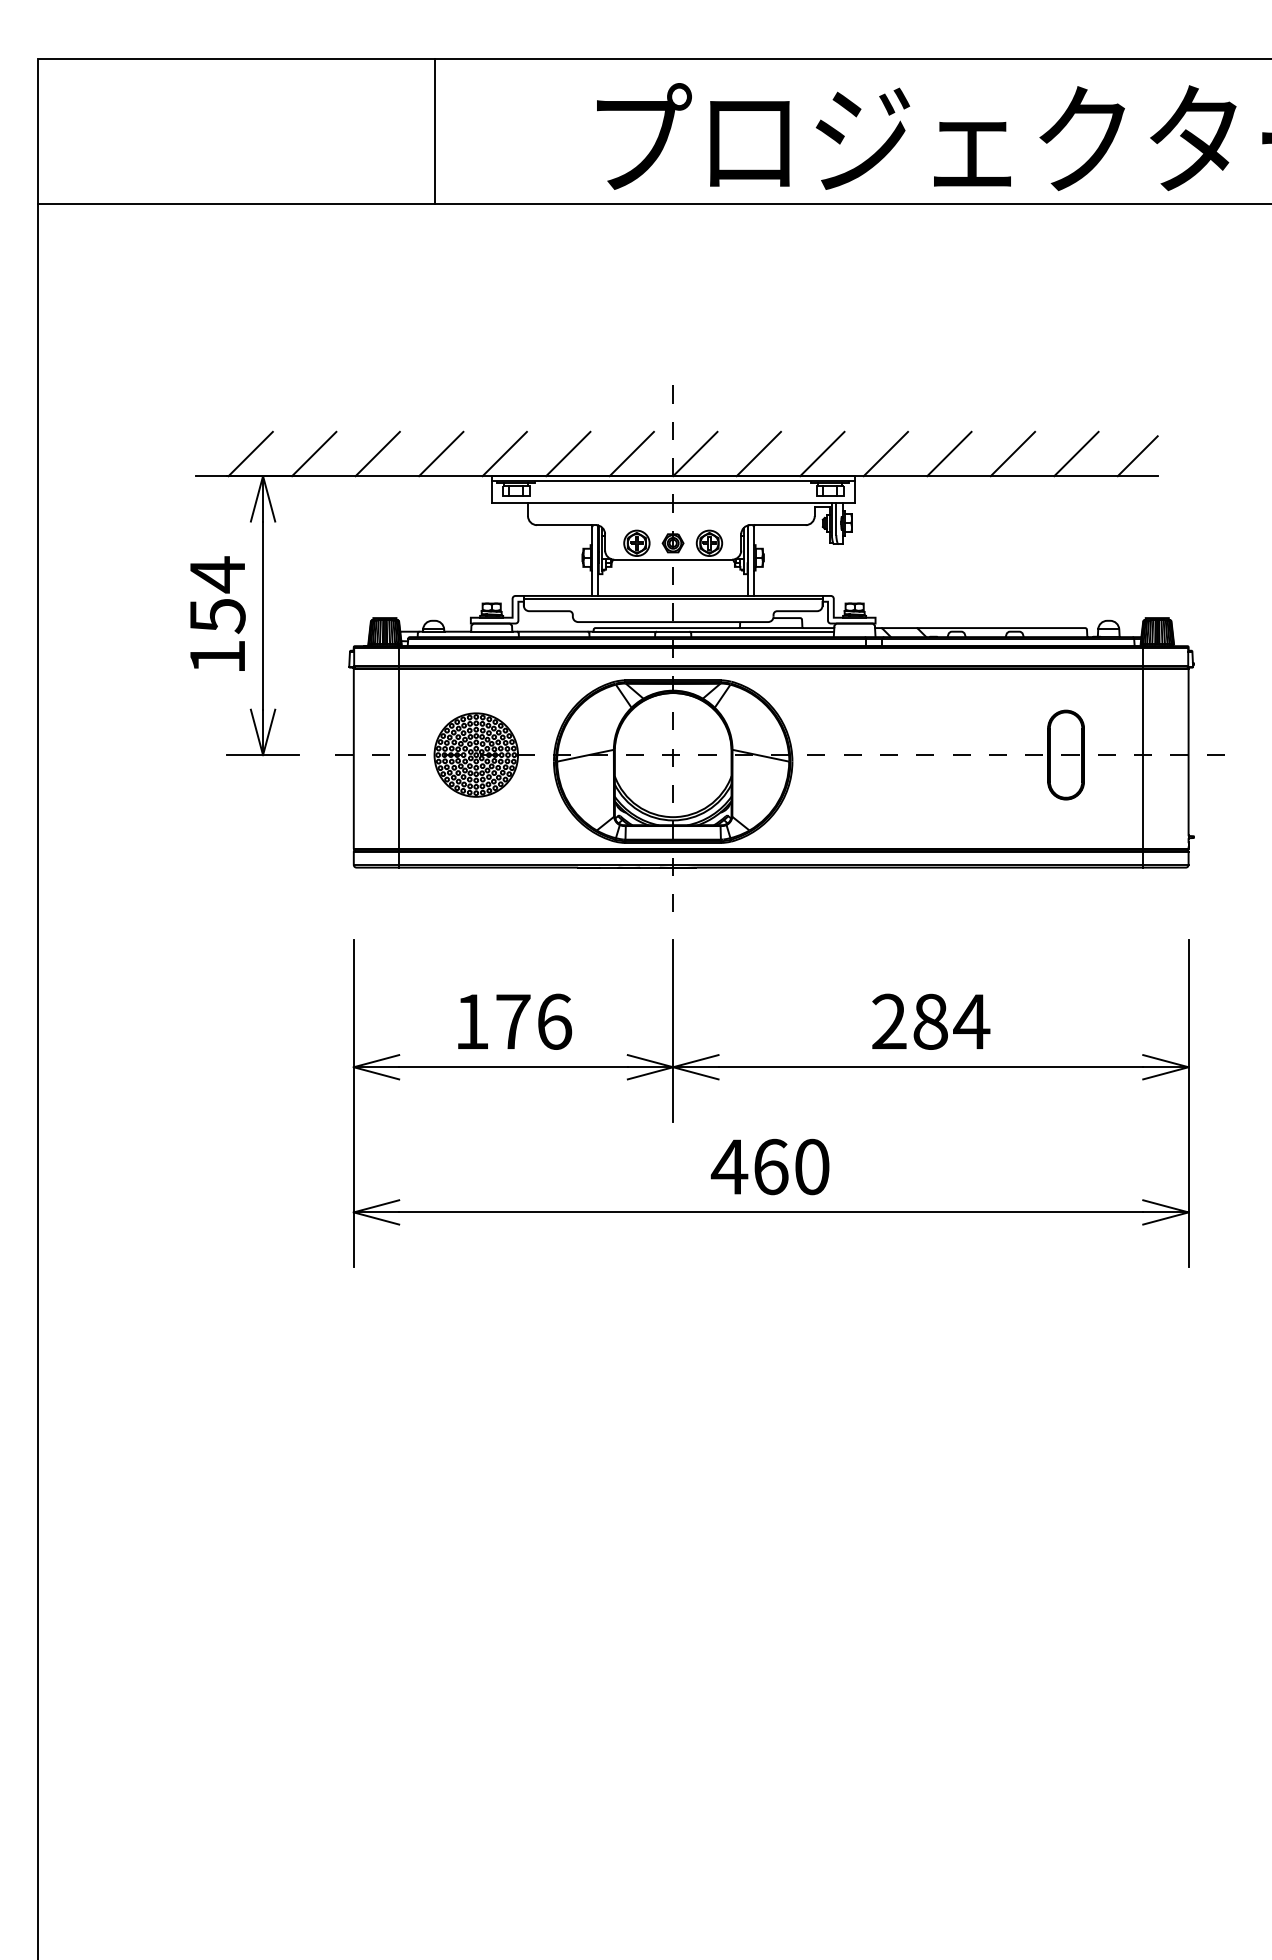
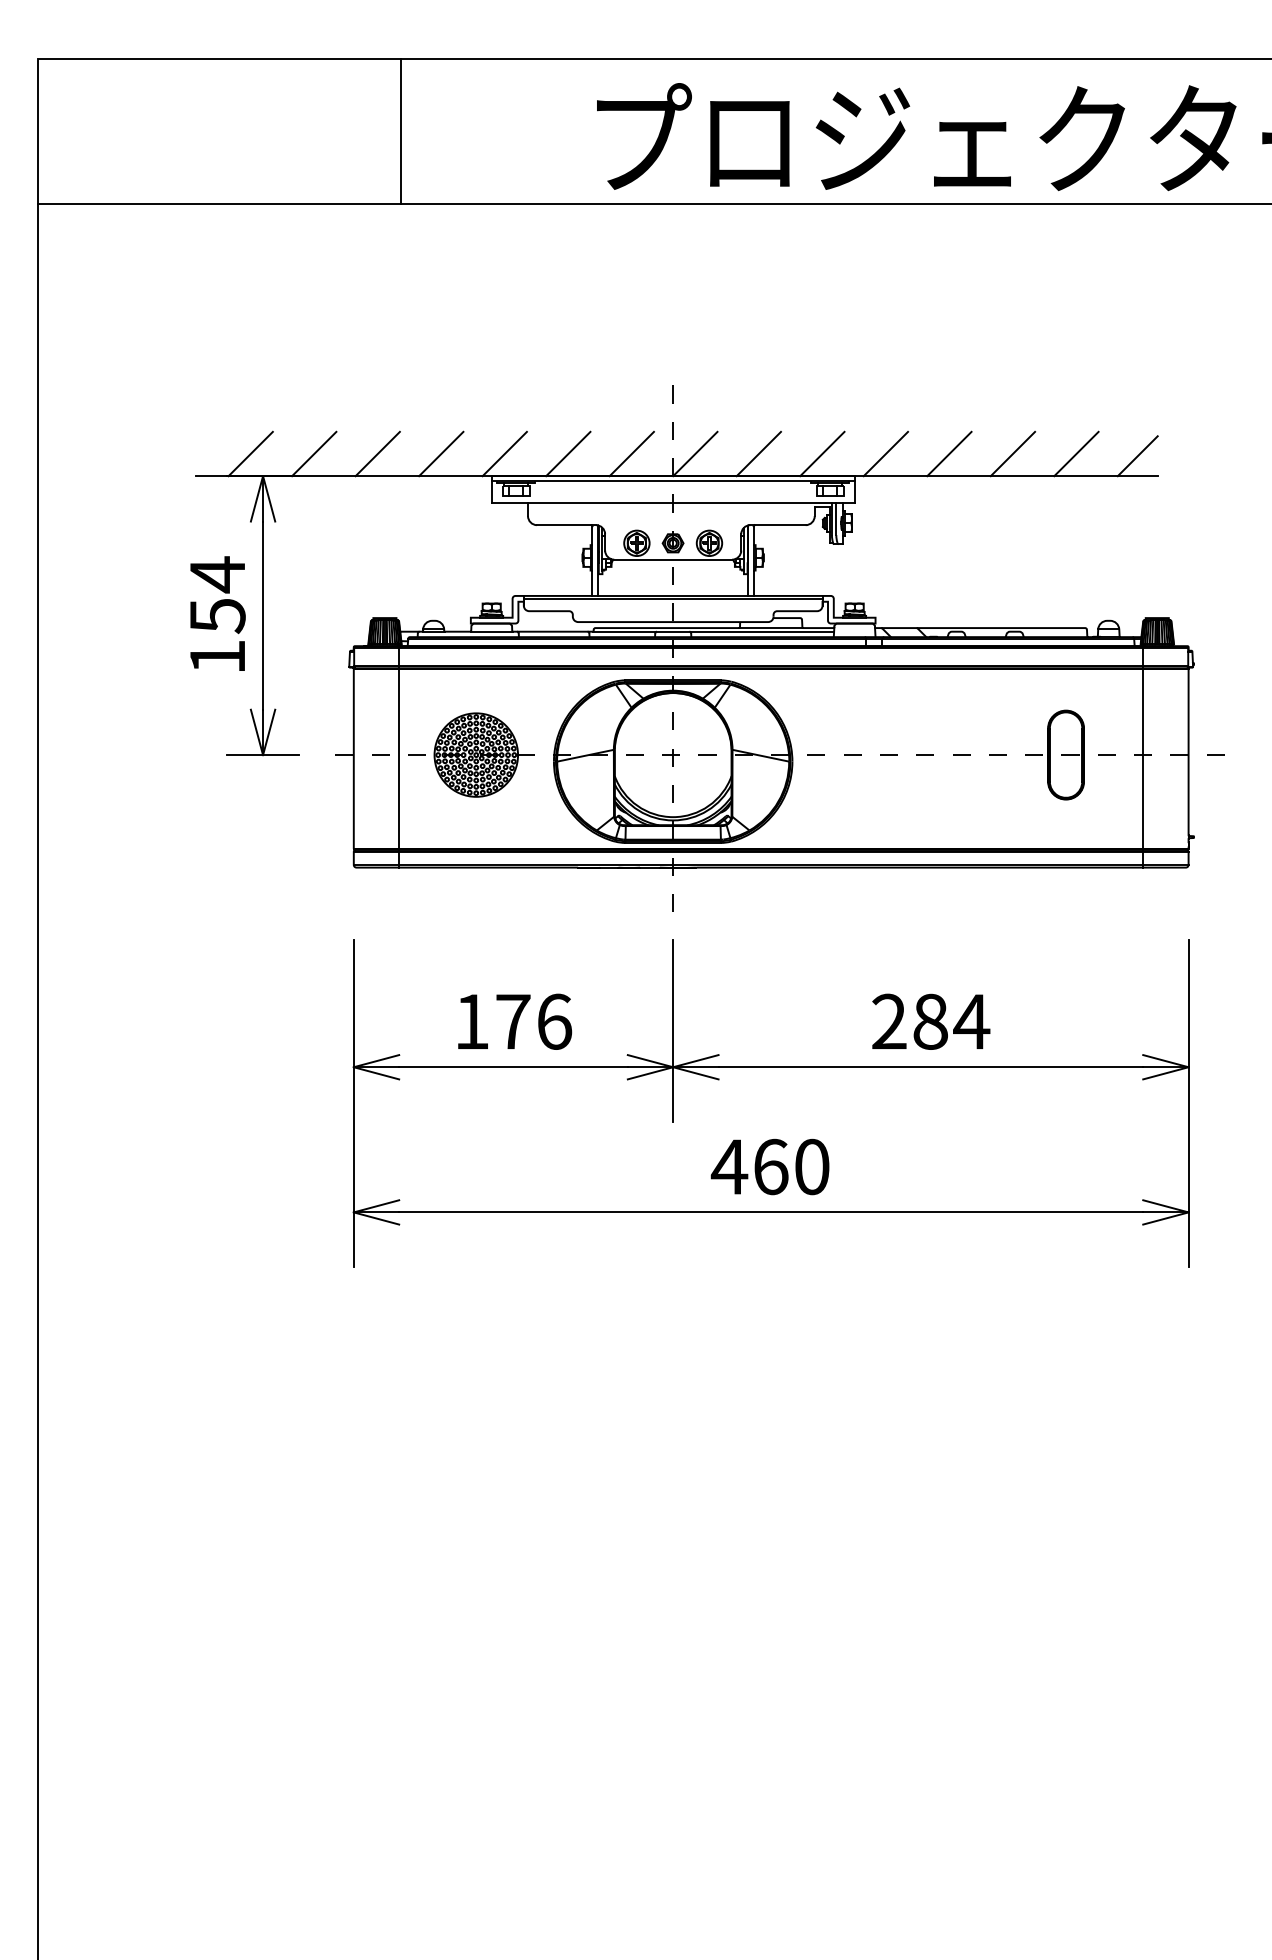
line at (434, 130) position: (434, 130) -> (400, 130)
